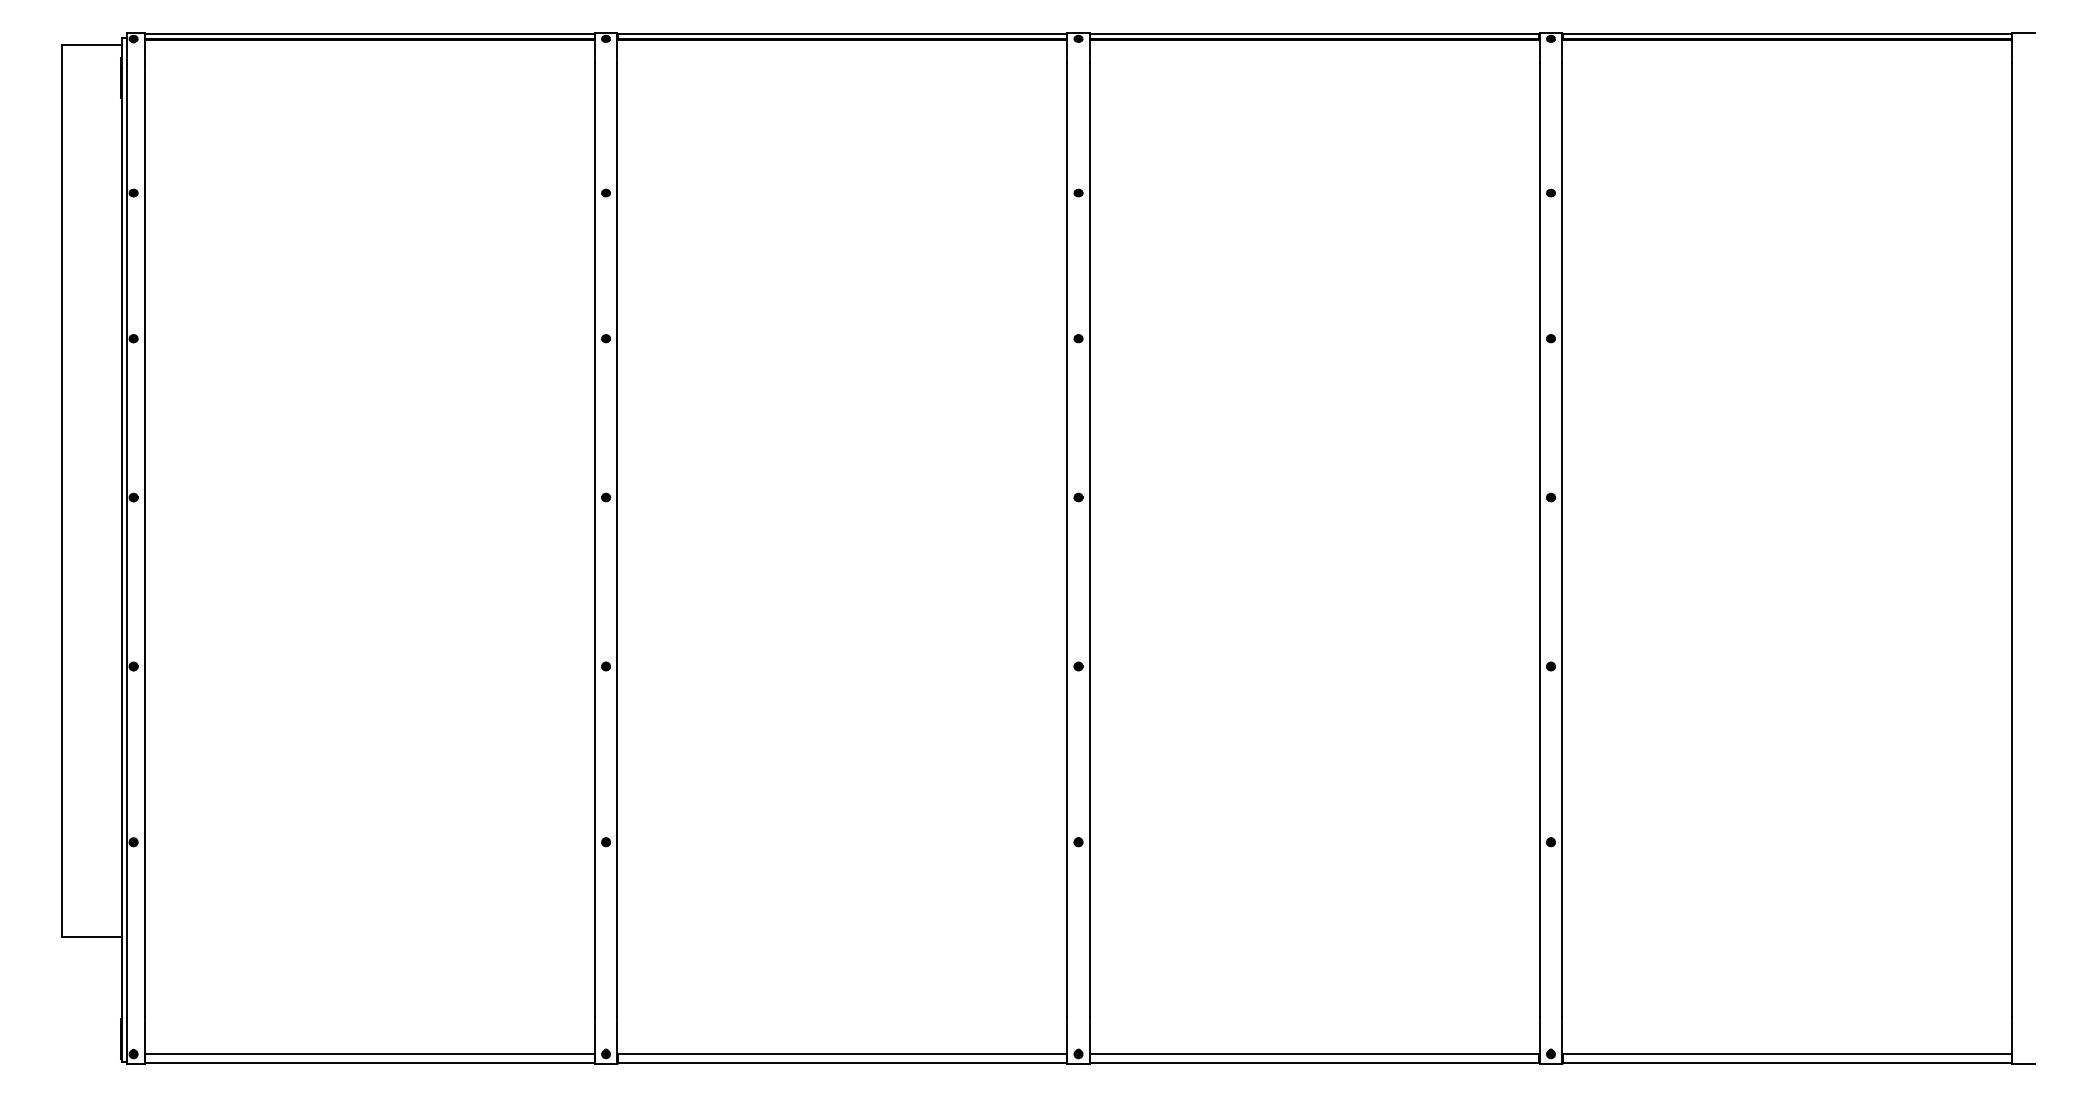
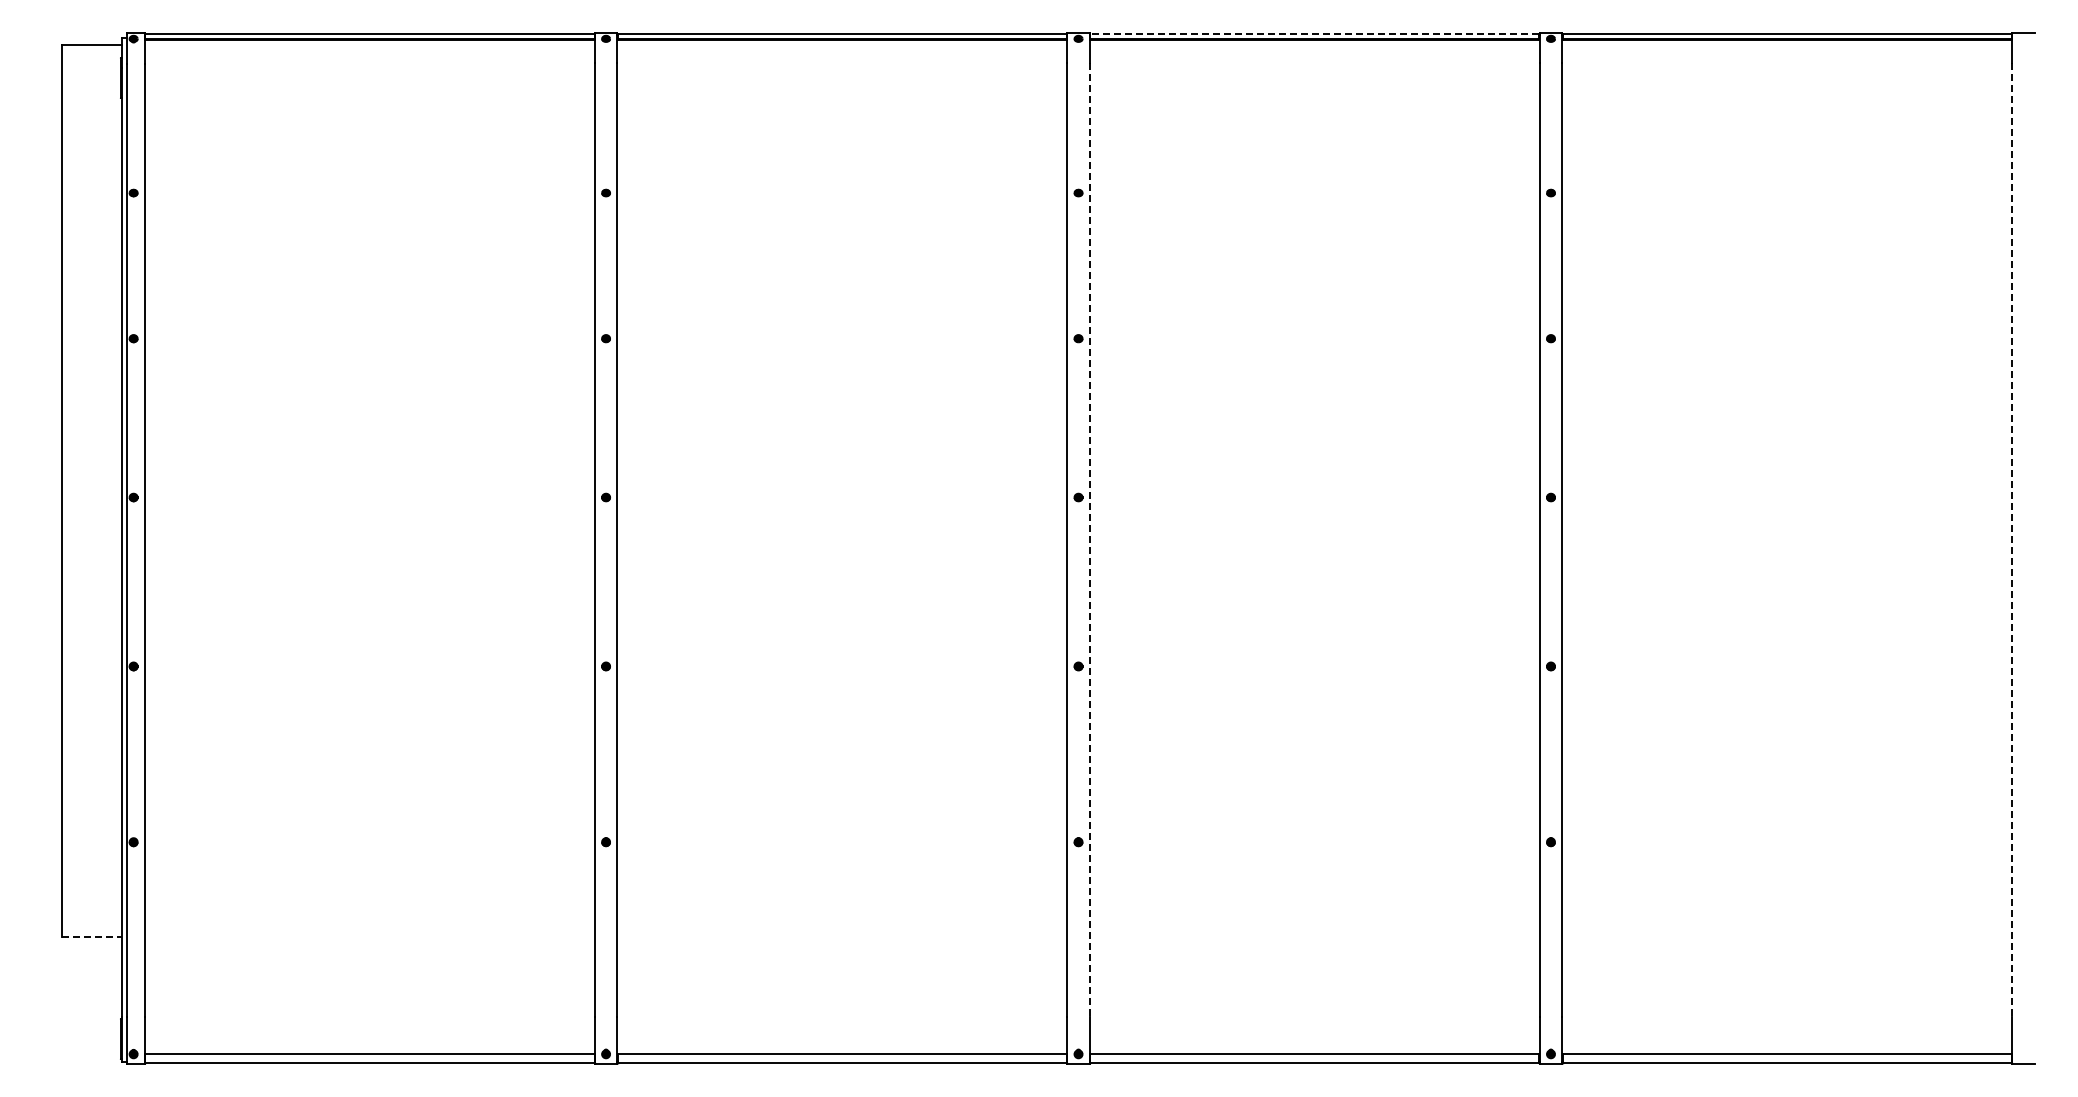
line at (1314, 33): solid -> dashed
line at (1089, 540): solid -> dashed
line at (2012, 540): solid -> dashed
line at (92, 936): solid -> dashed
